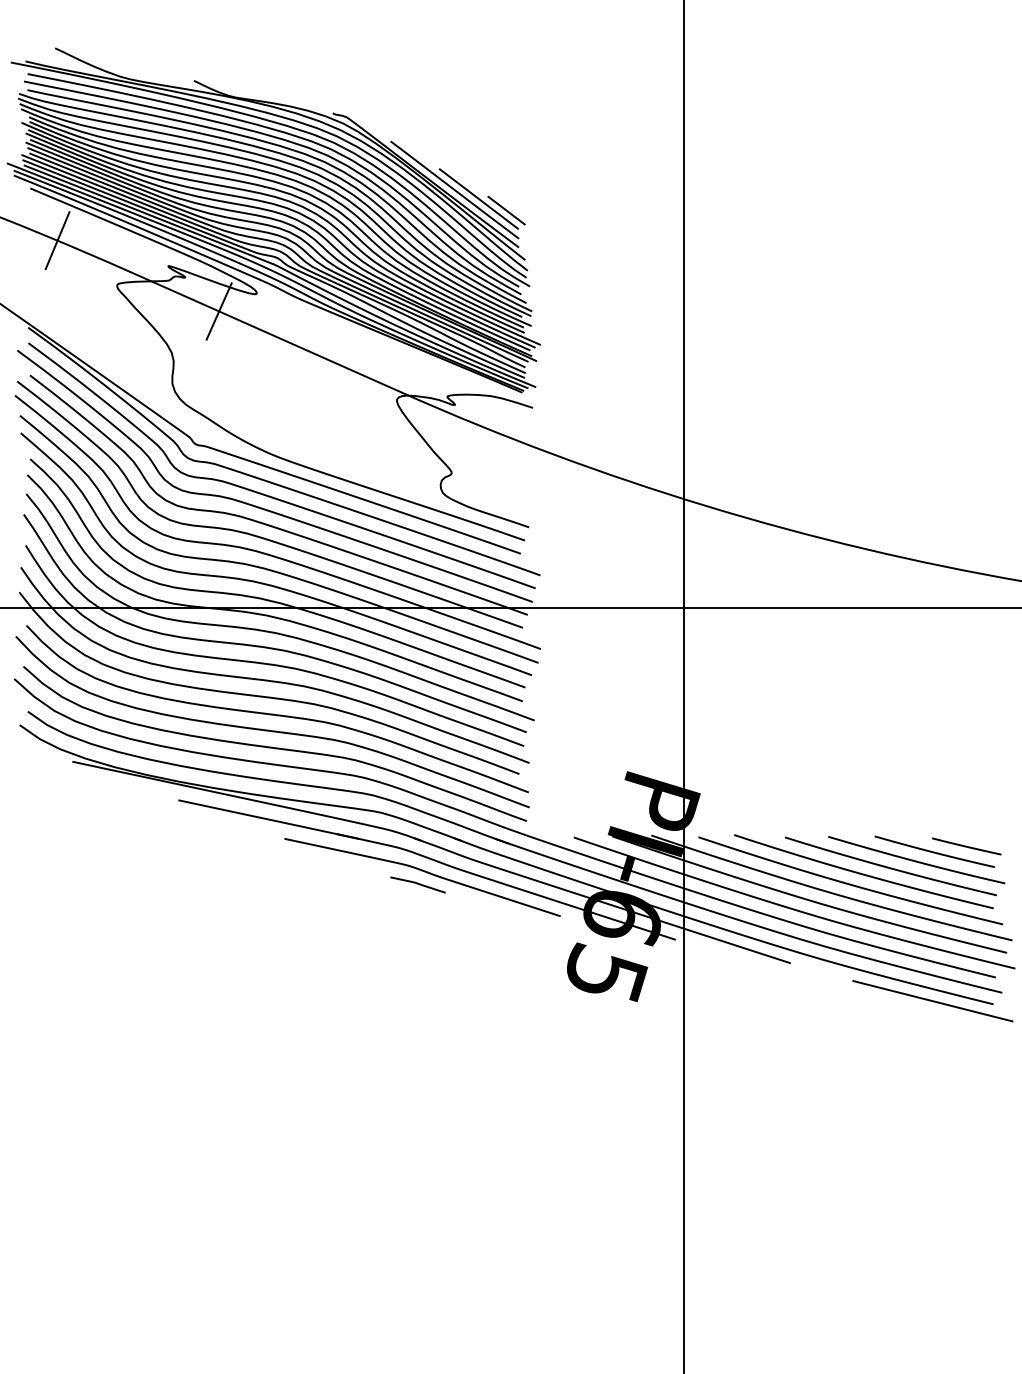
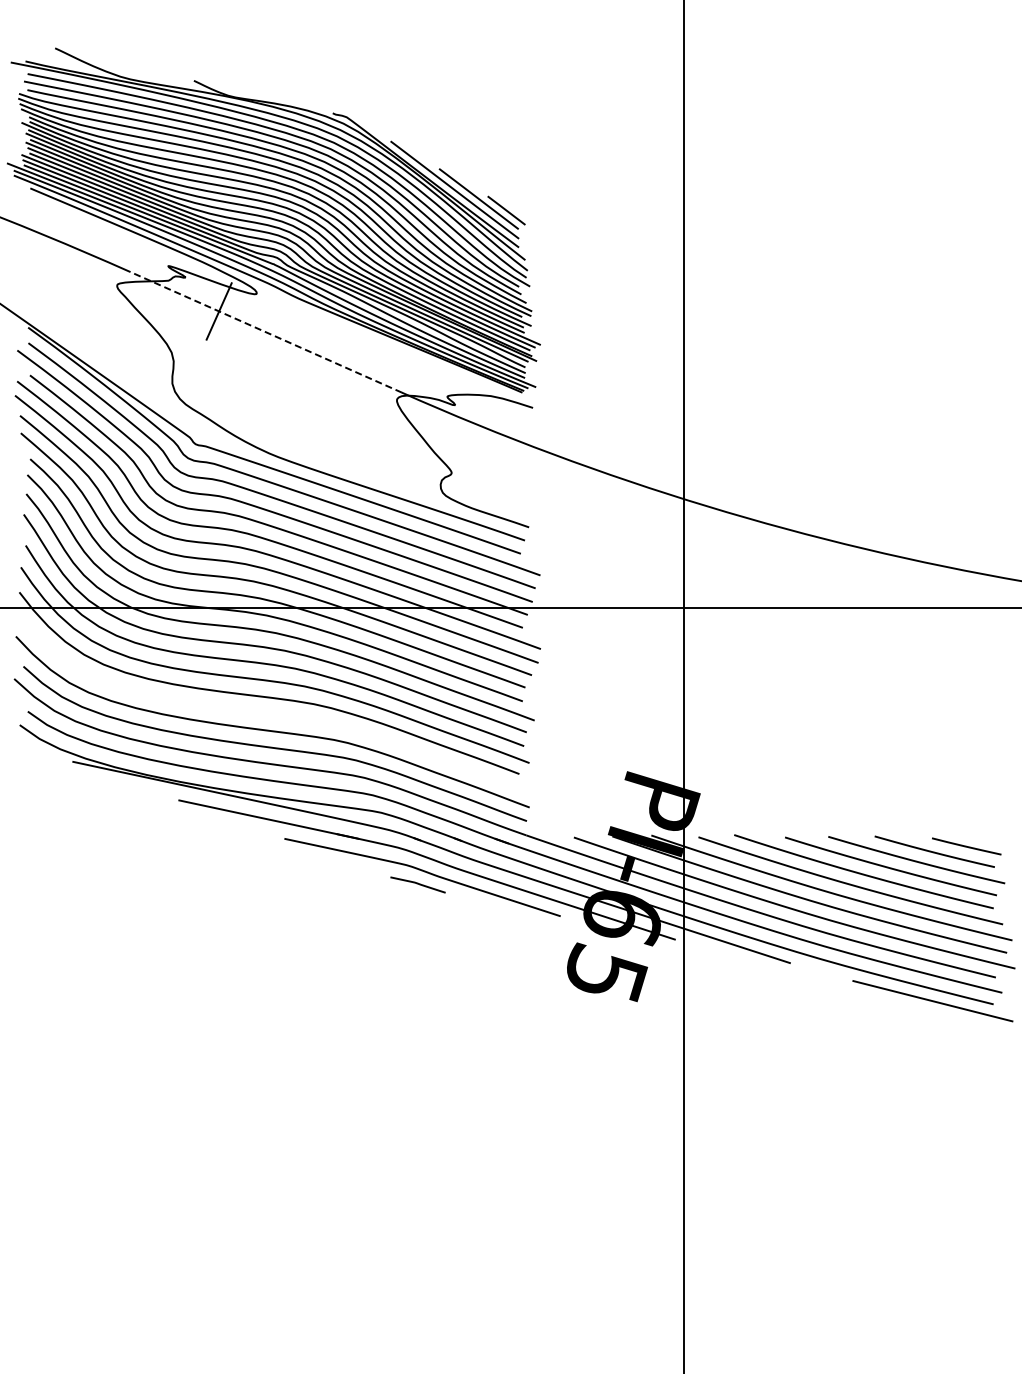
line at (57, 240): present -> none
line at (265, 332): solid -> dashed
curve at (277, 714): present -> none
